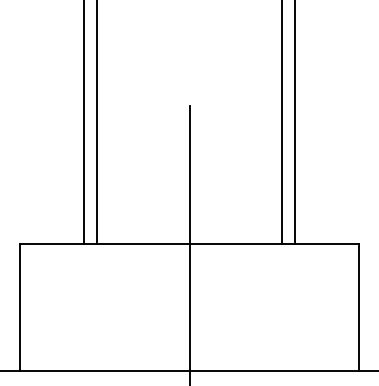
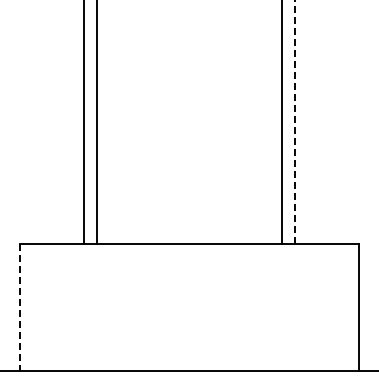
line at (294, 122): solid -> dashed
line at (189, 243): present -> none
line at (20, 307): solid -> dashed
